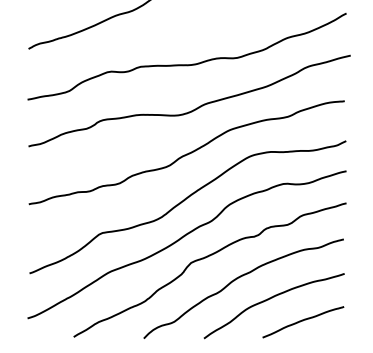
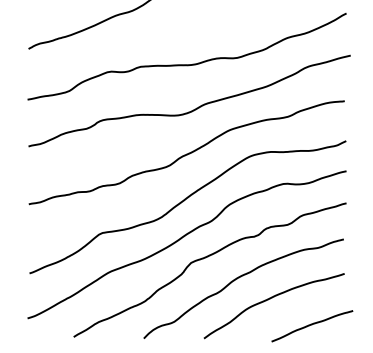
curve at (303, 321) position: (303, 321) -> (312, 325)
